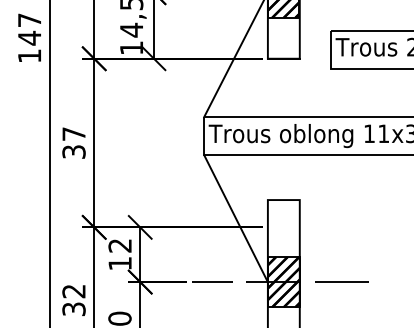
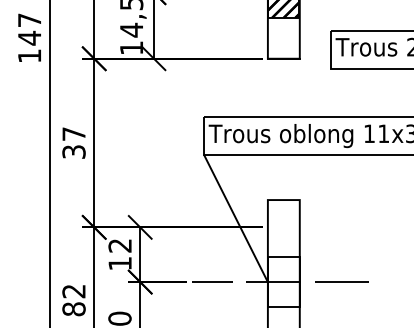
line at (233, 59): present -> none
hatch at (283, 282): present -> none
text at (73, 309): 32 -> 82
